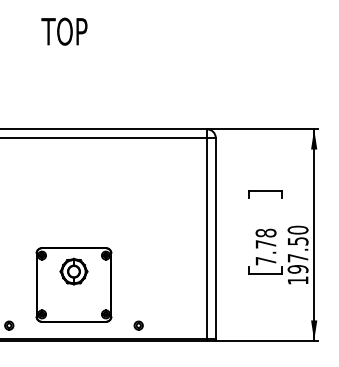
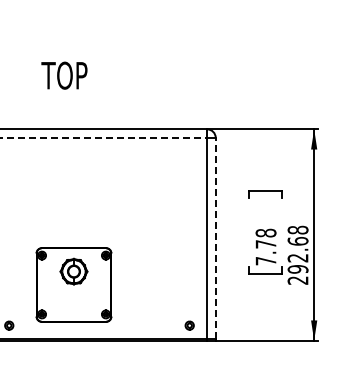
text at (64, 31) position: (64, 31) -> (64, 75)
line at (104, 137): solid -> dashed
line at (215, 238): solid -> dashed
text at (297, 254): 197.50 -> 292.68
part at (138, 325) position: (138, 325) -> (189, 325)
